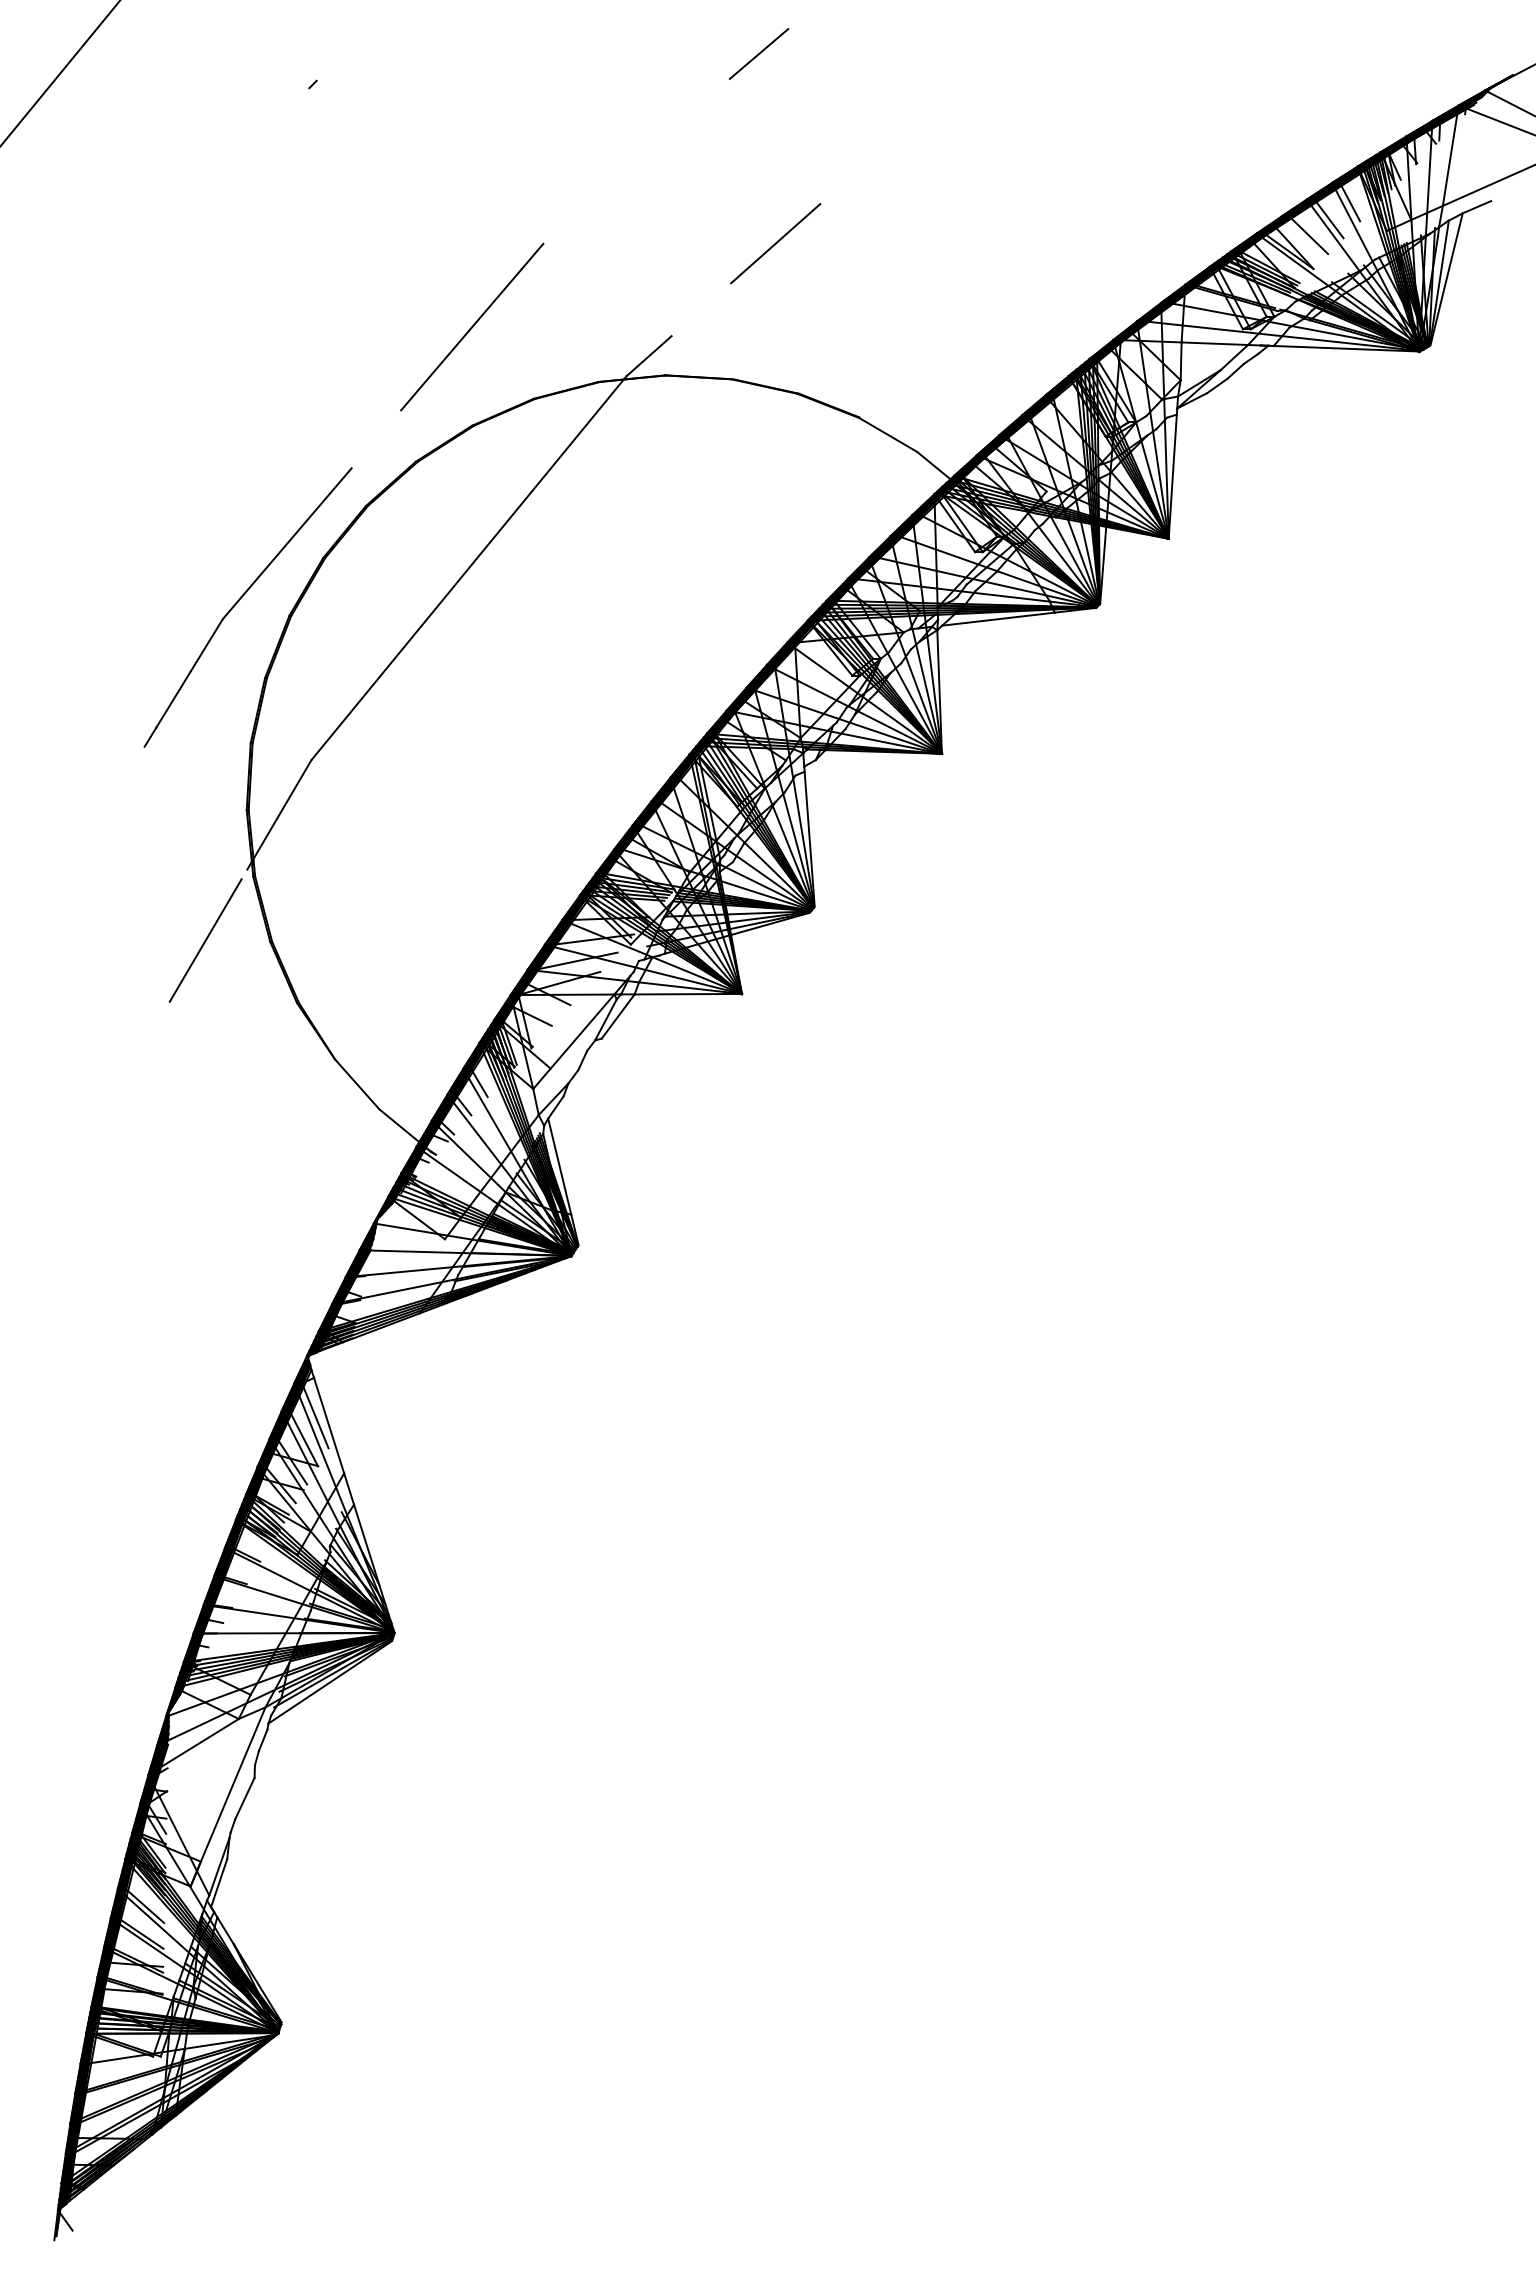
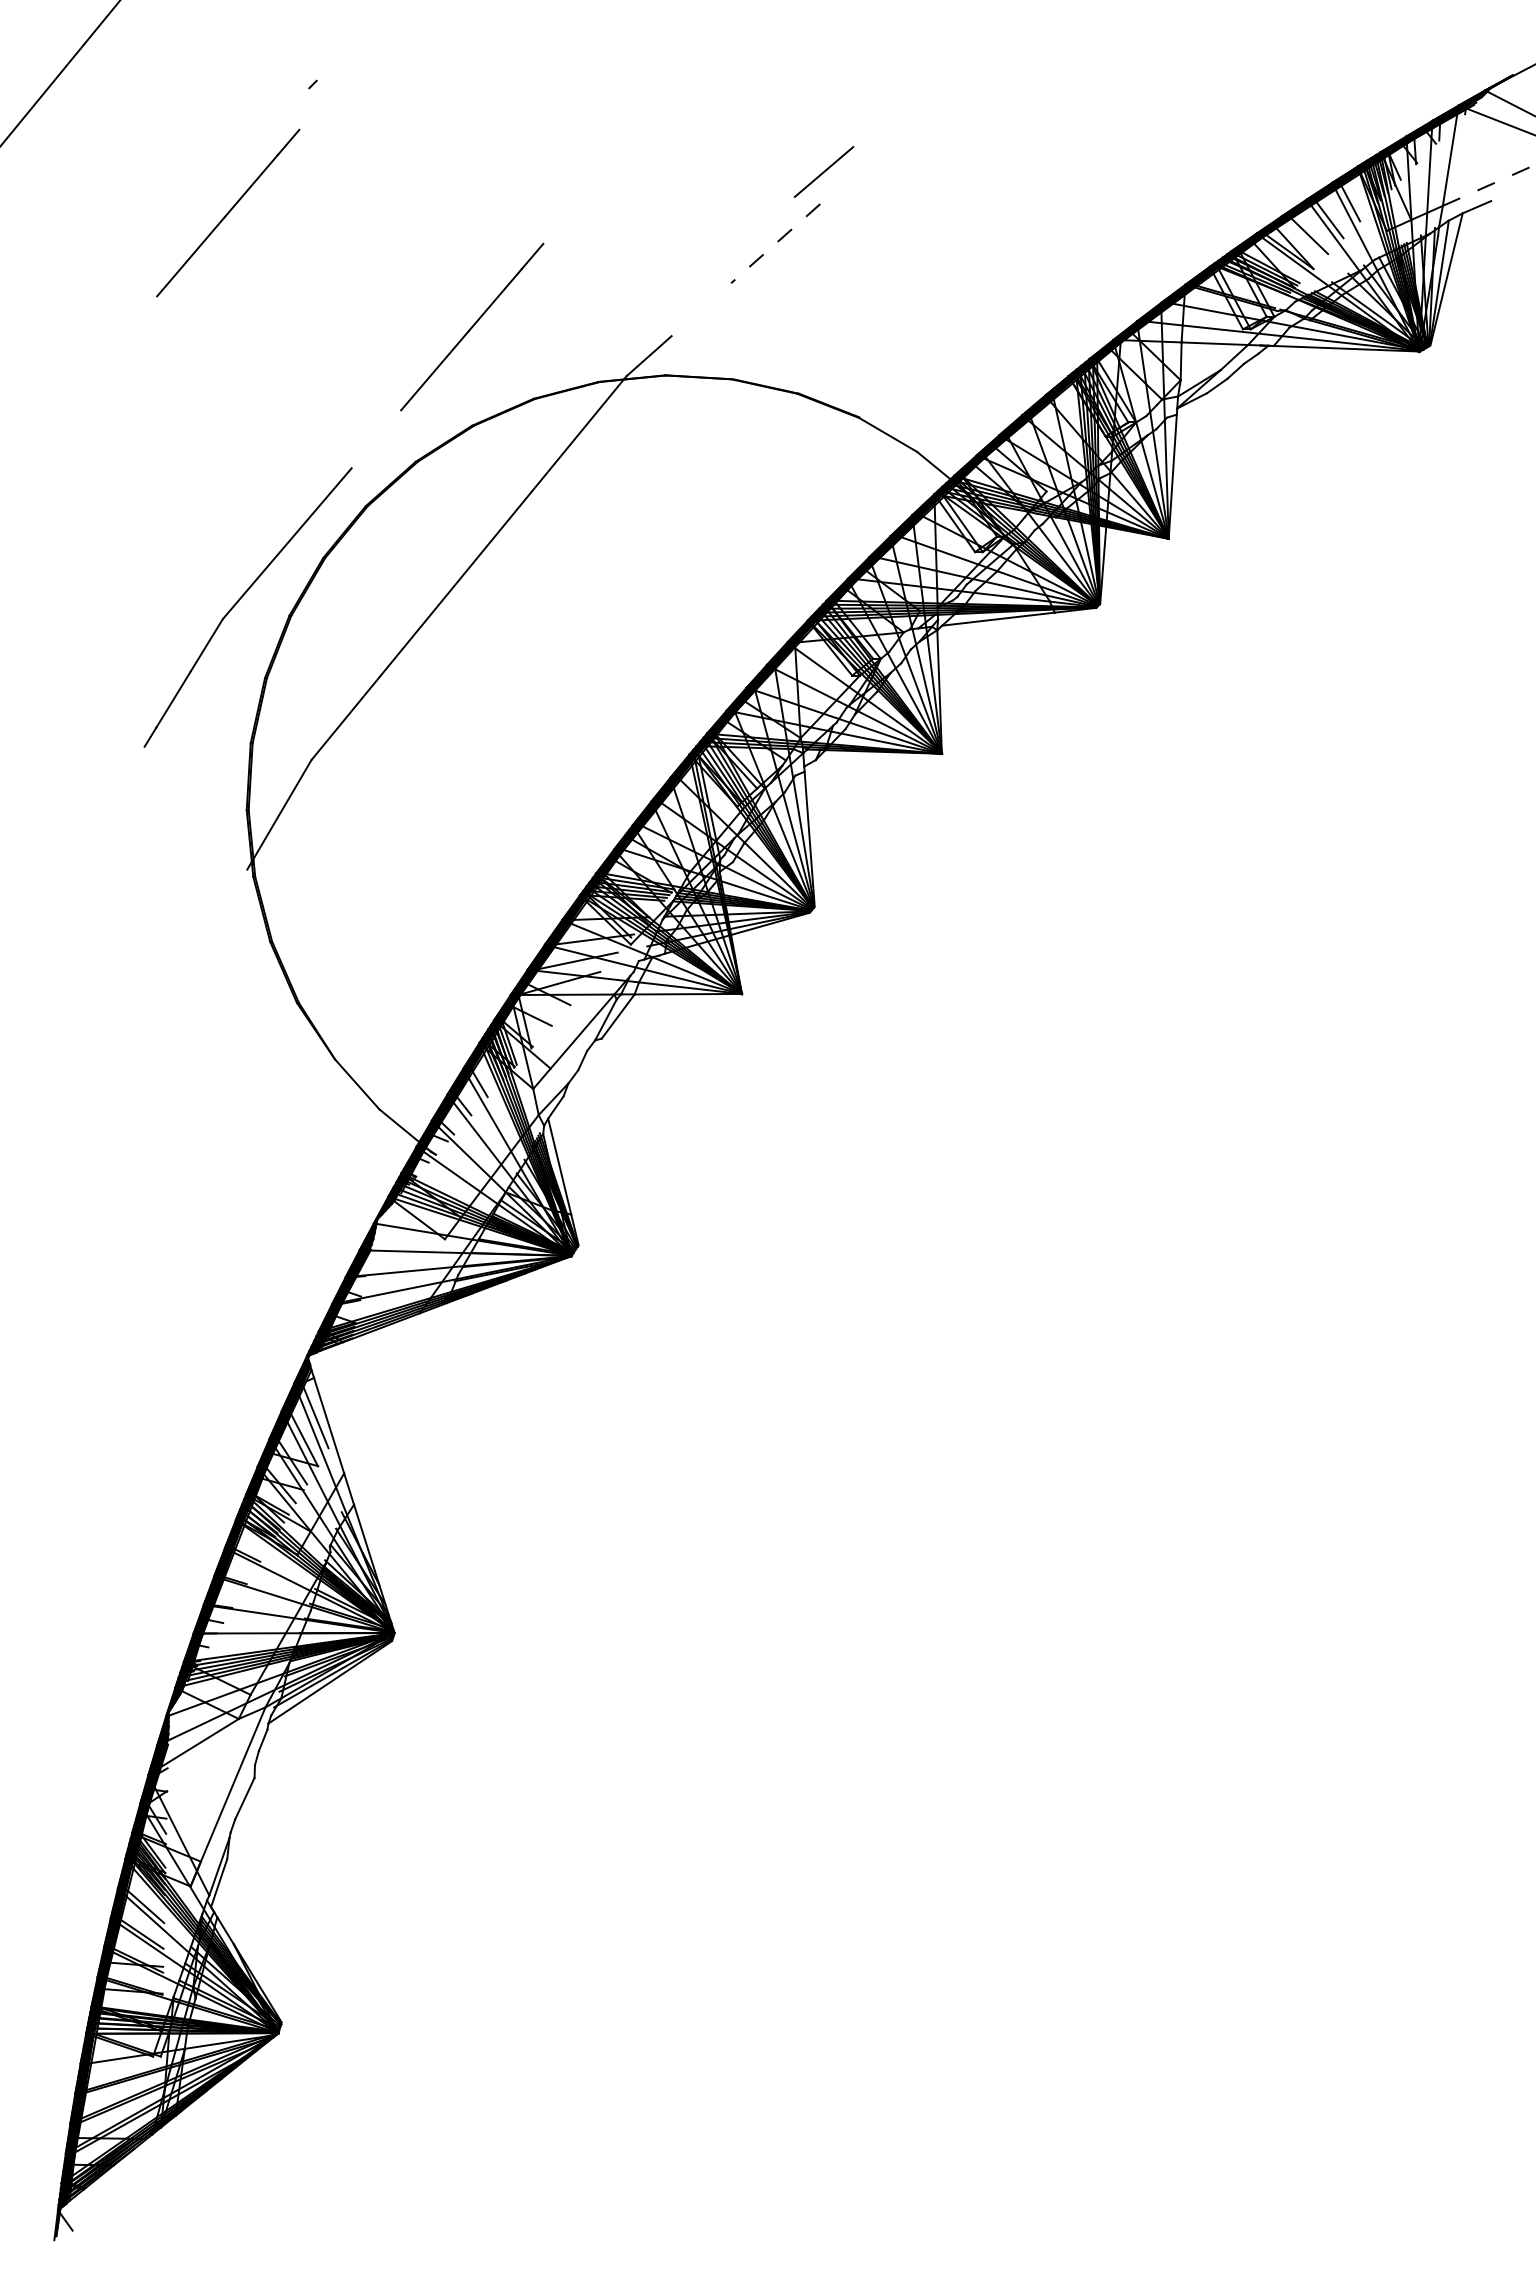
line at (758, 53) position: (758, 53) -> (823, 171)
line at (1489, 185): solid -> dashed
line at (228, 212): none -> present
line at (775, 243): solid -> dashed
line at (205, 940): present -> none
